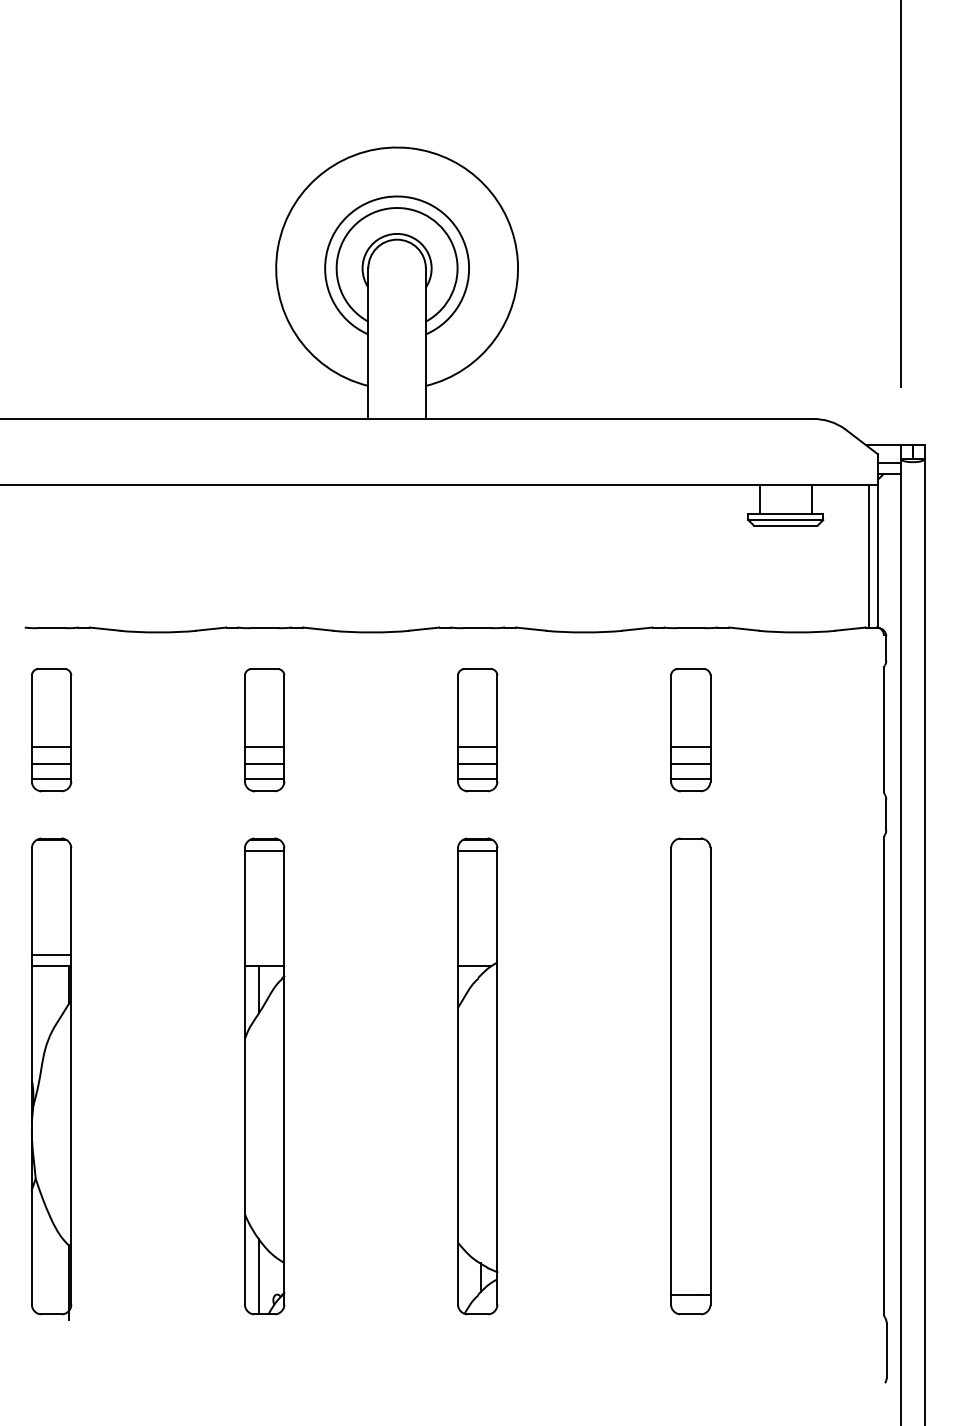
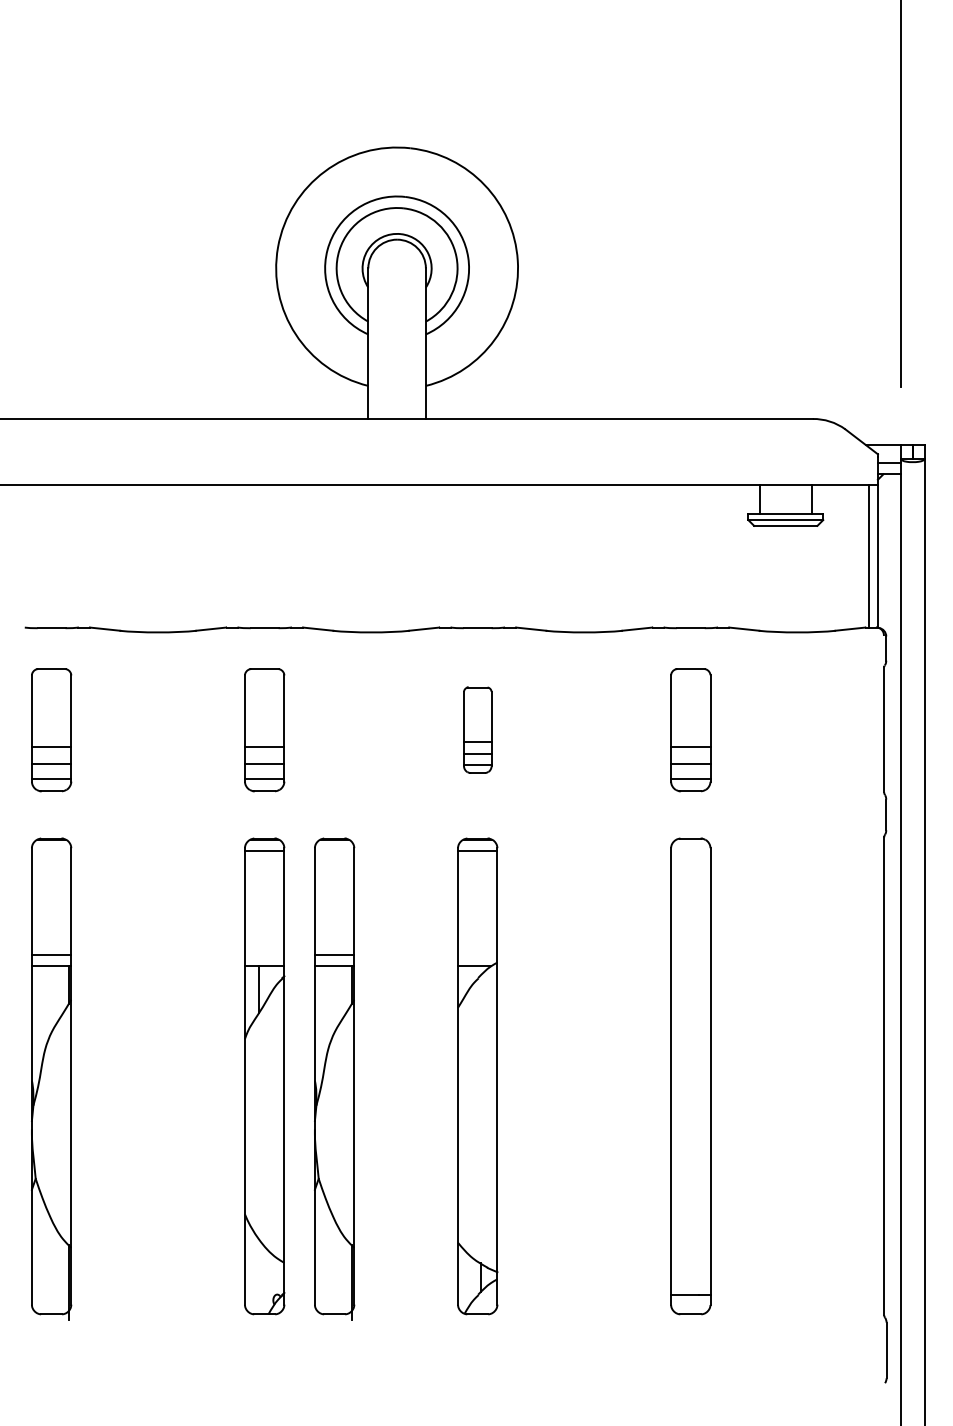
part at (477, 730) size: 42x125 px -> 30x88 px
part at (334, 1078): none -> present
line at (258, 1276): present -> none
